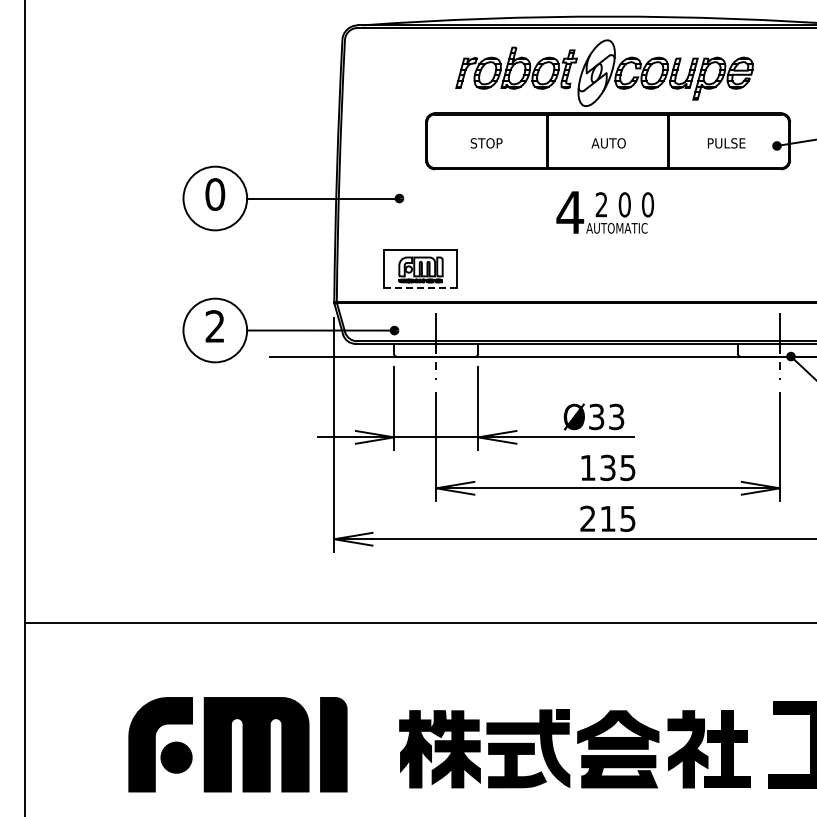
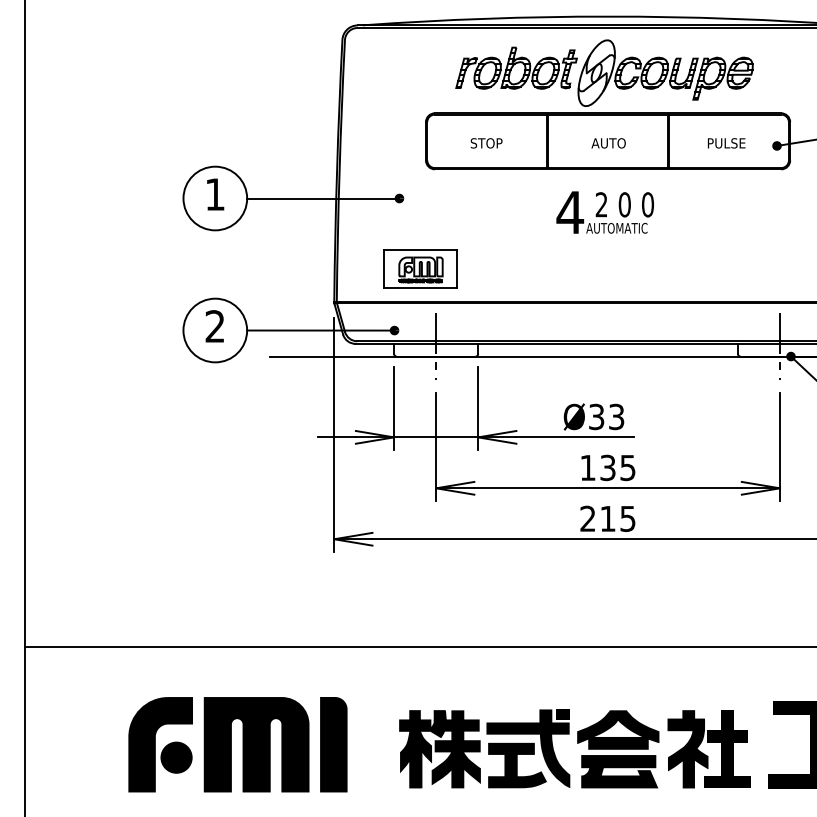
text at (215, 194): 0 -> 1
line at (420, 288): dashed -> solid
line at (418, 622) position: (418, 622) -> (418, 646)
